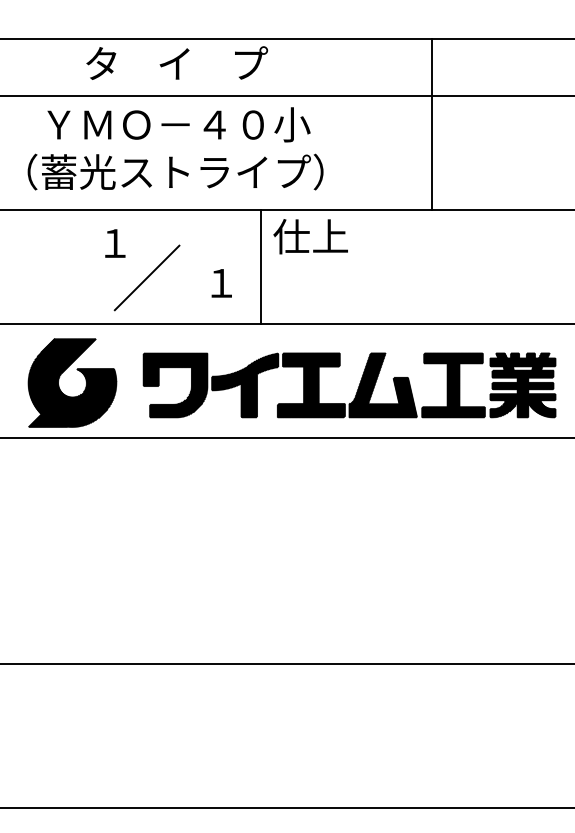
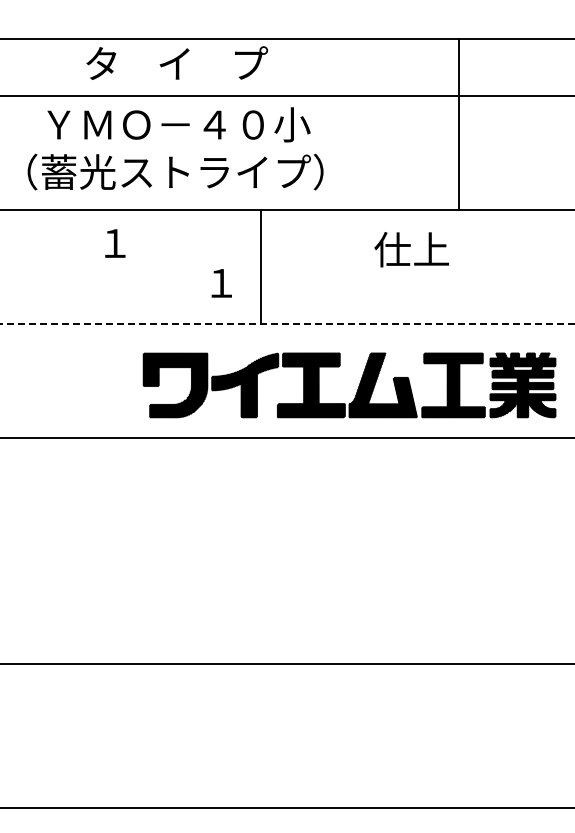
line at (432, 123) position: (432, 123) -> (459, 123)
text at (310, 236) position: (310, 236) -> (411, 249)
line at (146, 277): present -> none
line at (287, 323): solid -> dashed
part at (80, 372): present -> none
